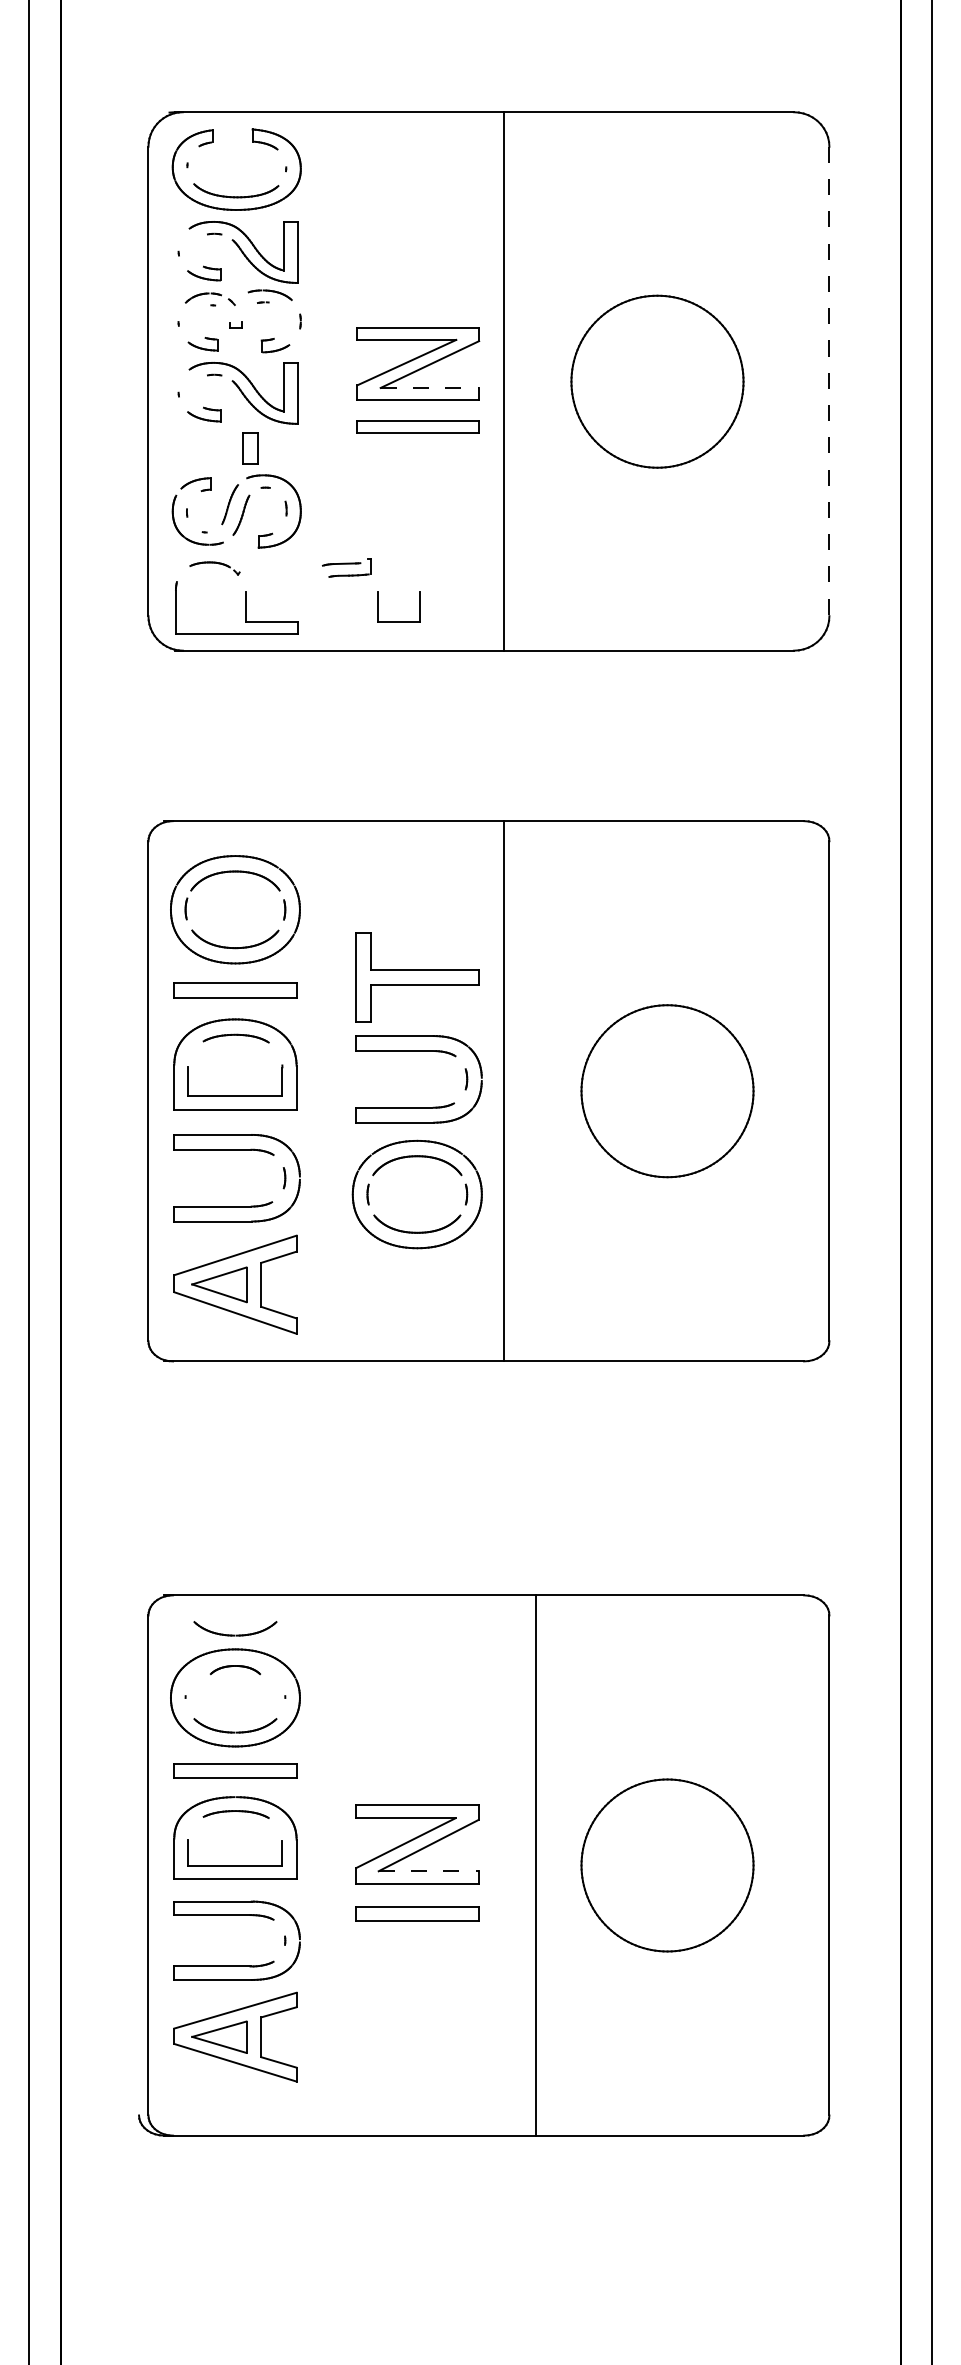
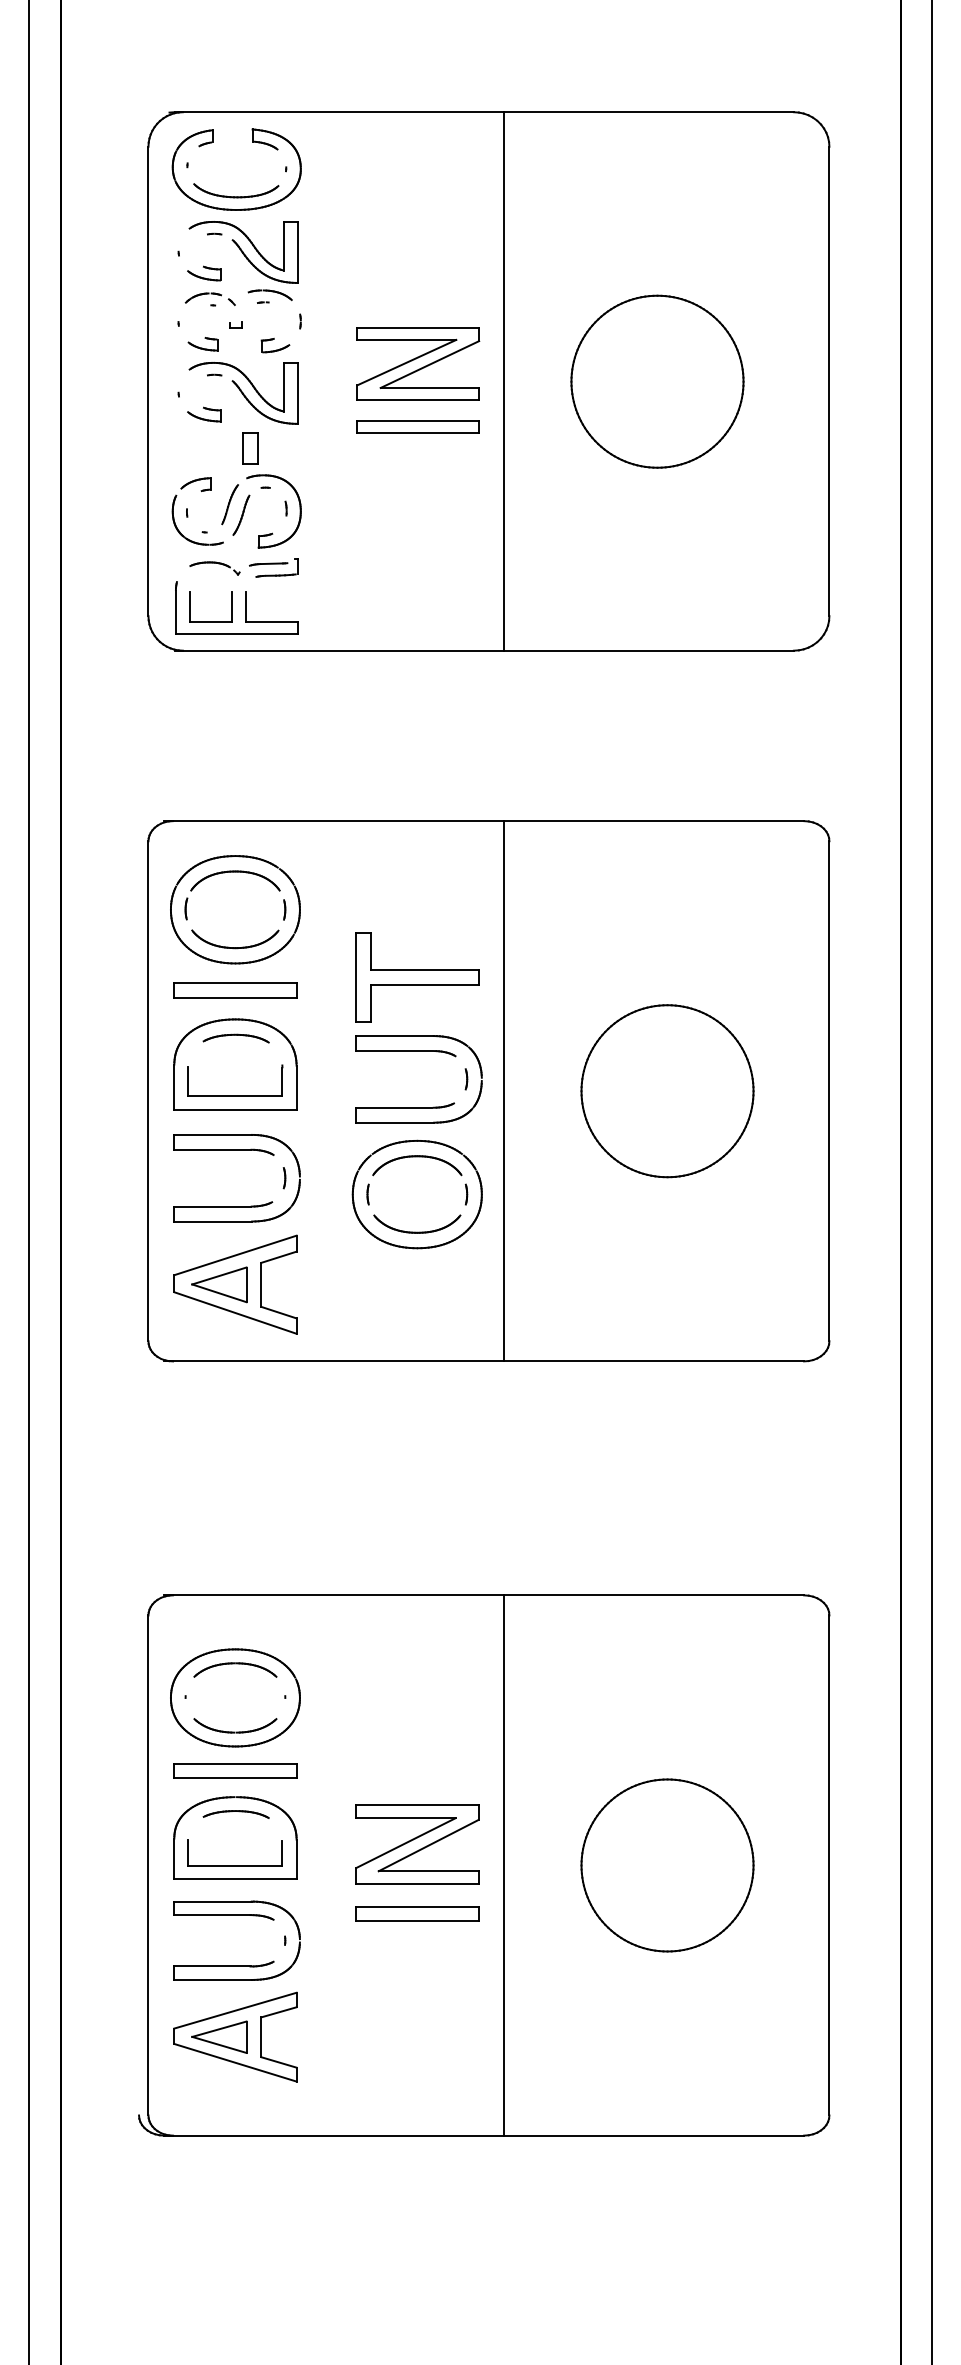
line at (829, 381): dashed -> solid
line at (430, 387): dashed -> solid
part at (346, 567) position: (346, 567) -> (273, 567)
part at (398, 621) position: (398, 621) -> (210, 621)
part at (235, 1628): present -> none
part at (234, 1670) size: 52x11 px -> 85x16 px
line at (535, 1865) position: (535, 1865) -> (503, 1865)
line at (428, 1871): dashed -> solid
